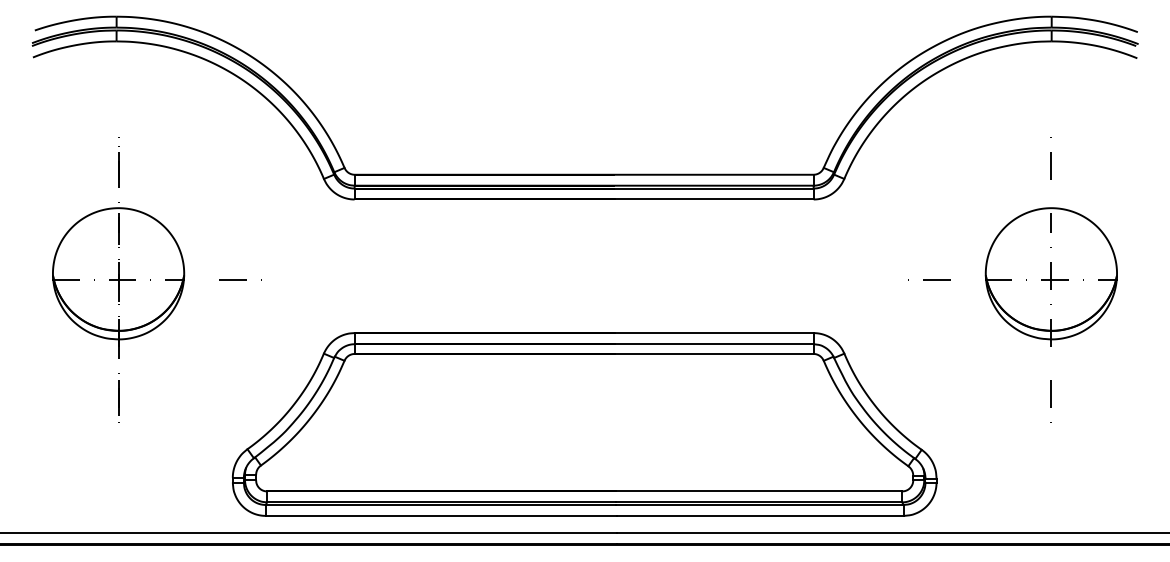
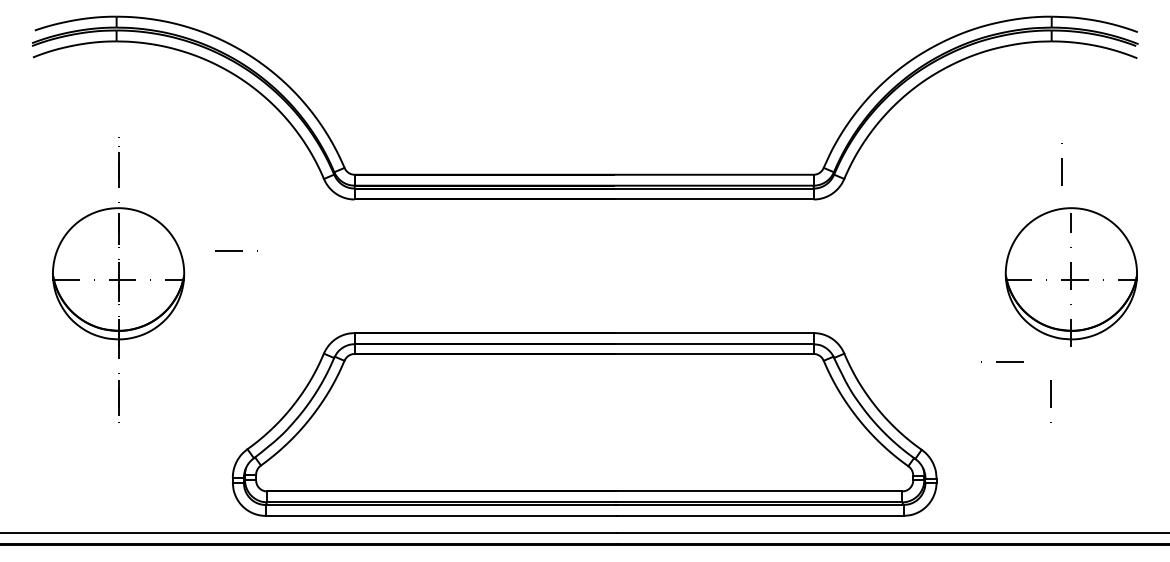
line at (1050, 158) position: (1050, 158) -> (1061, 164)
part at (1050, 276) position: (1050, 276) -> (1070, 276)
line at (240, 279) position: (240, 279) -> (236, 250)
line at (929, 279) position: (929, 279) -> (1002, 361)
